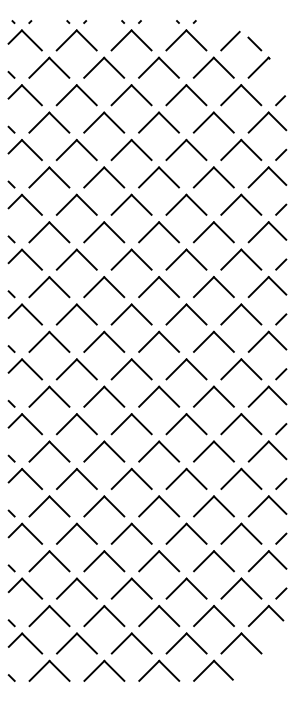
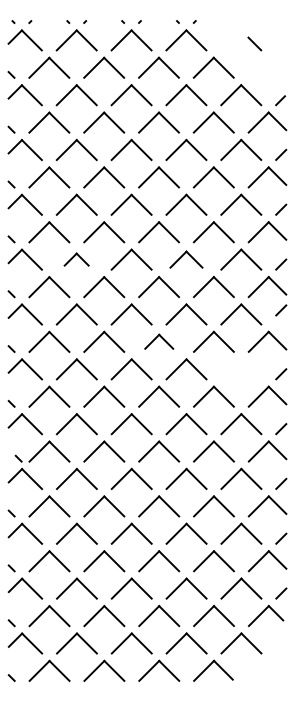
line at (230, 40): present -> none
line at (258, 67): present -> none
part at (76, 259) size: 43x23 px -> 27x15 px
part at (186, 259) size: 43x23 px -> 35x19 px
line at (281, 319) position: (281, 319) -> (281, 310)
part at (159, 341) size: 43x23 px -> 31x17 px
part at (237, 364): present -> none
line at (11, 458) position: (11, 458) -> (18, 458)
